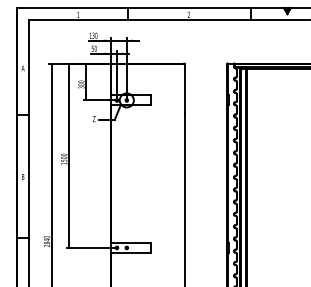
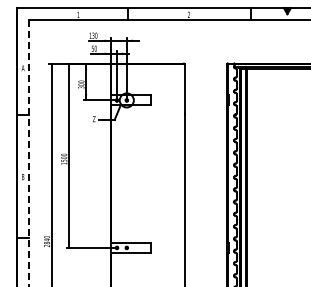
line at (29, 153): solid -> dashed
